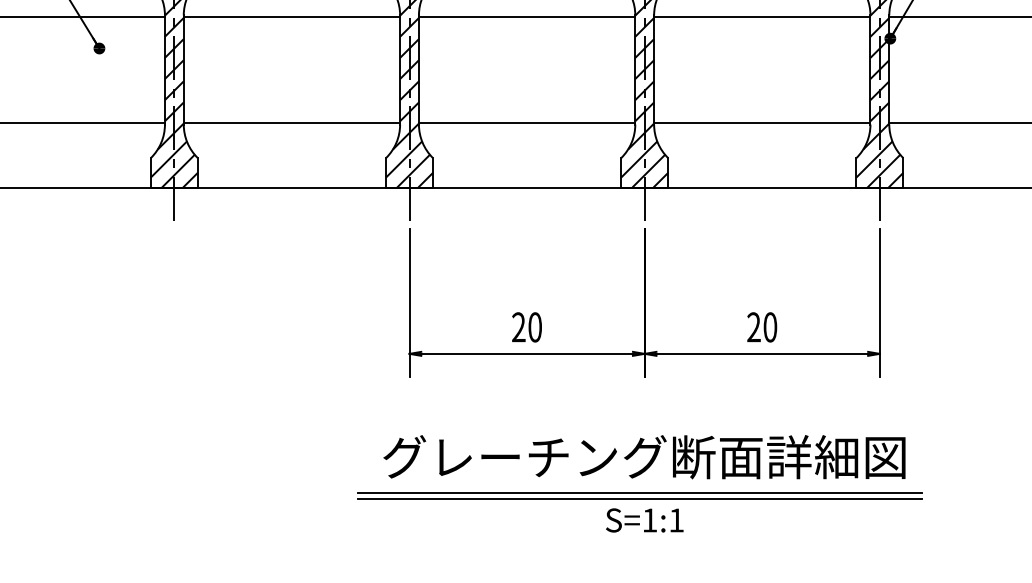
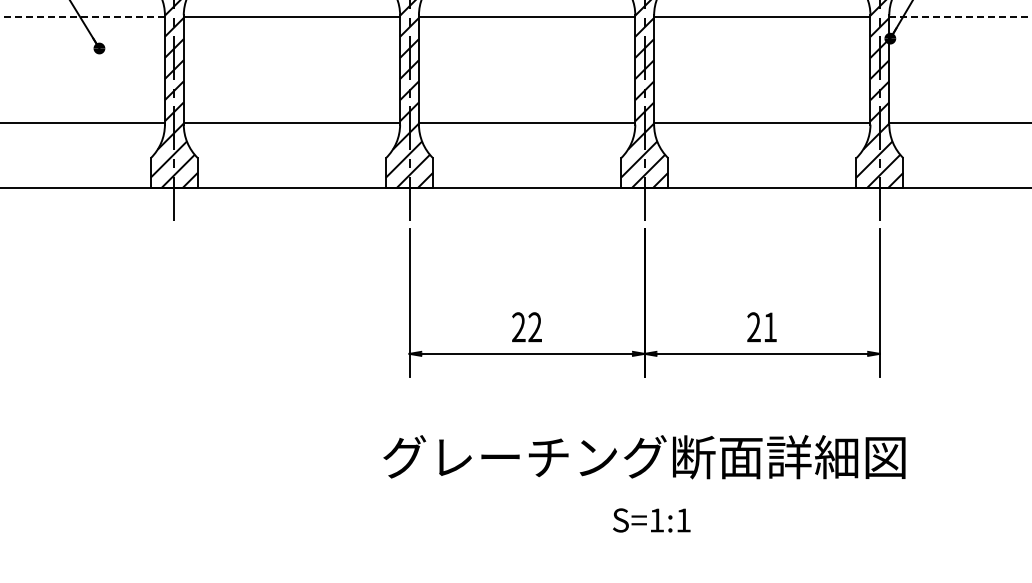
line at (83, 17): solid -> dashed
line at (961, 17): solid -> dashed
text at (534, 327): 20 -> 22
text at (770, 327): 20 -> 21
line at (639, 493): present -> none
line at (639, 499): present -> none
text at (644, 520) position: (644, 520) -> (651, 520)
